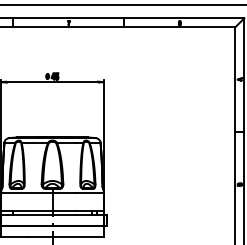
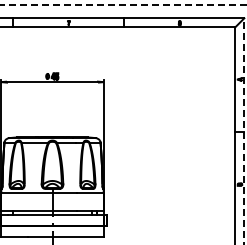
line at (123, 4): solid -> dashed
line at (244, 131): solid -> dashed
